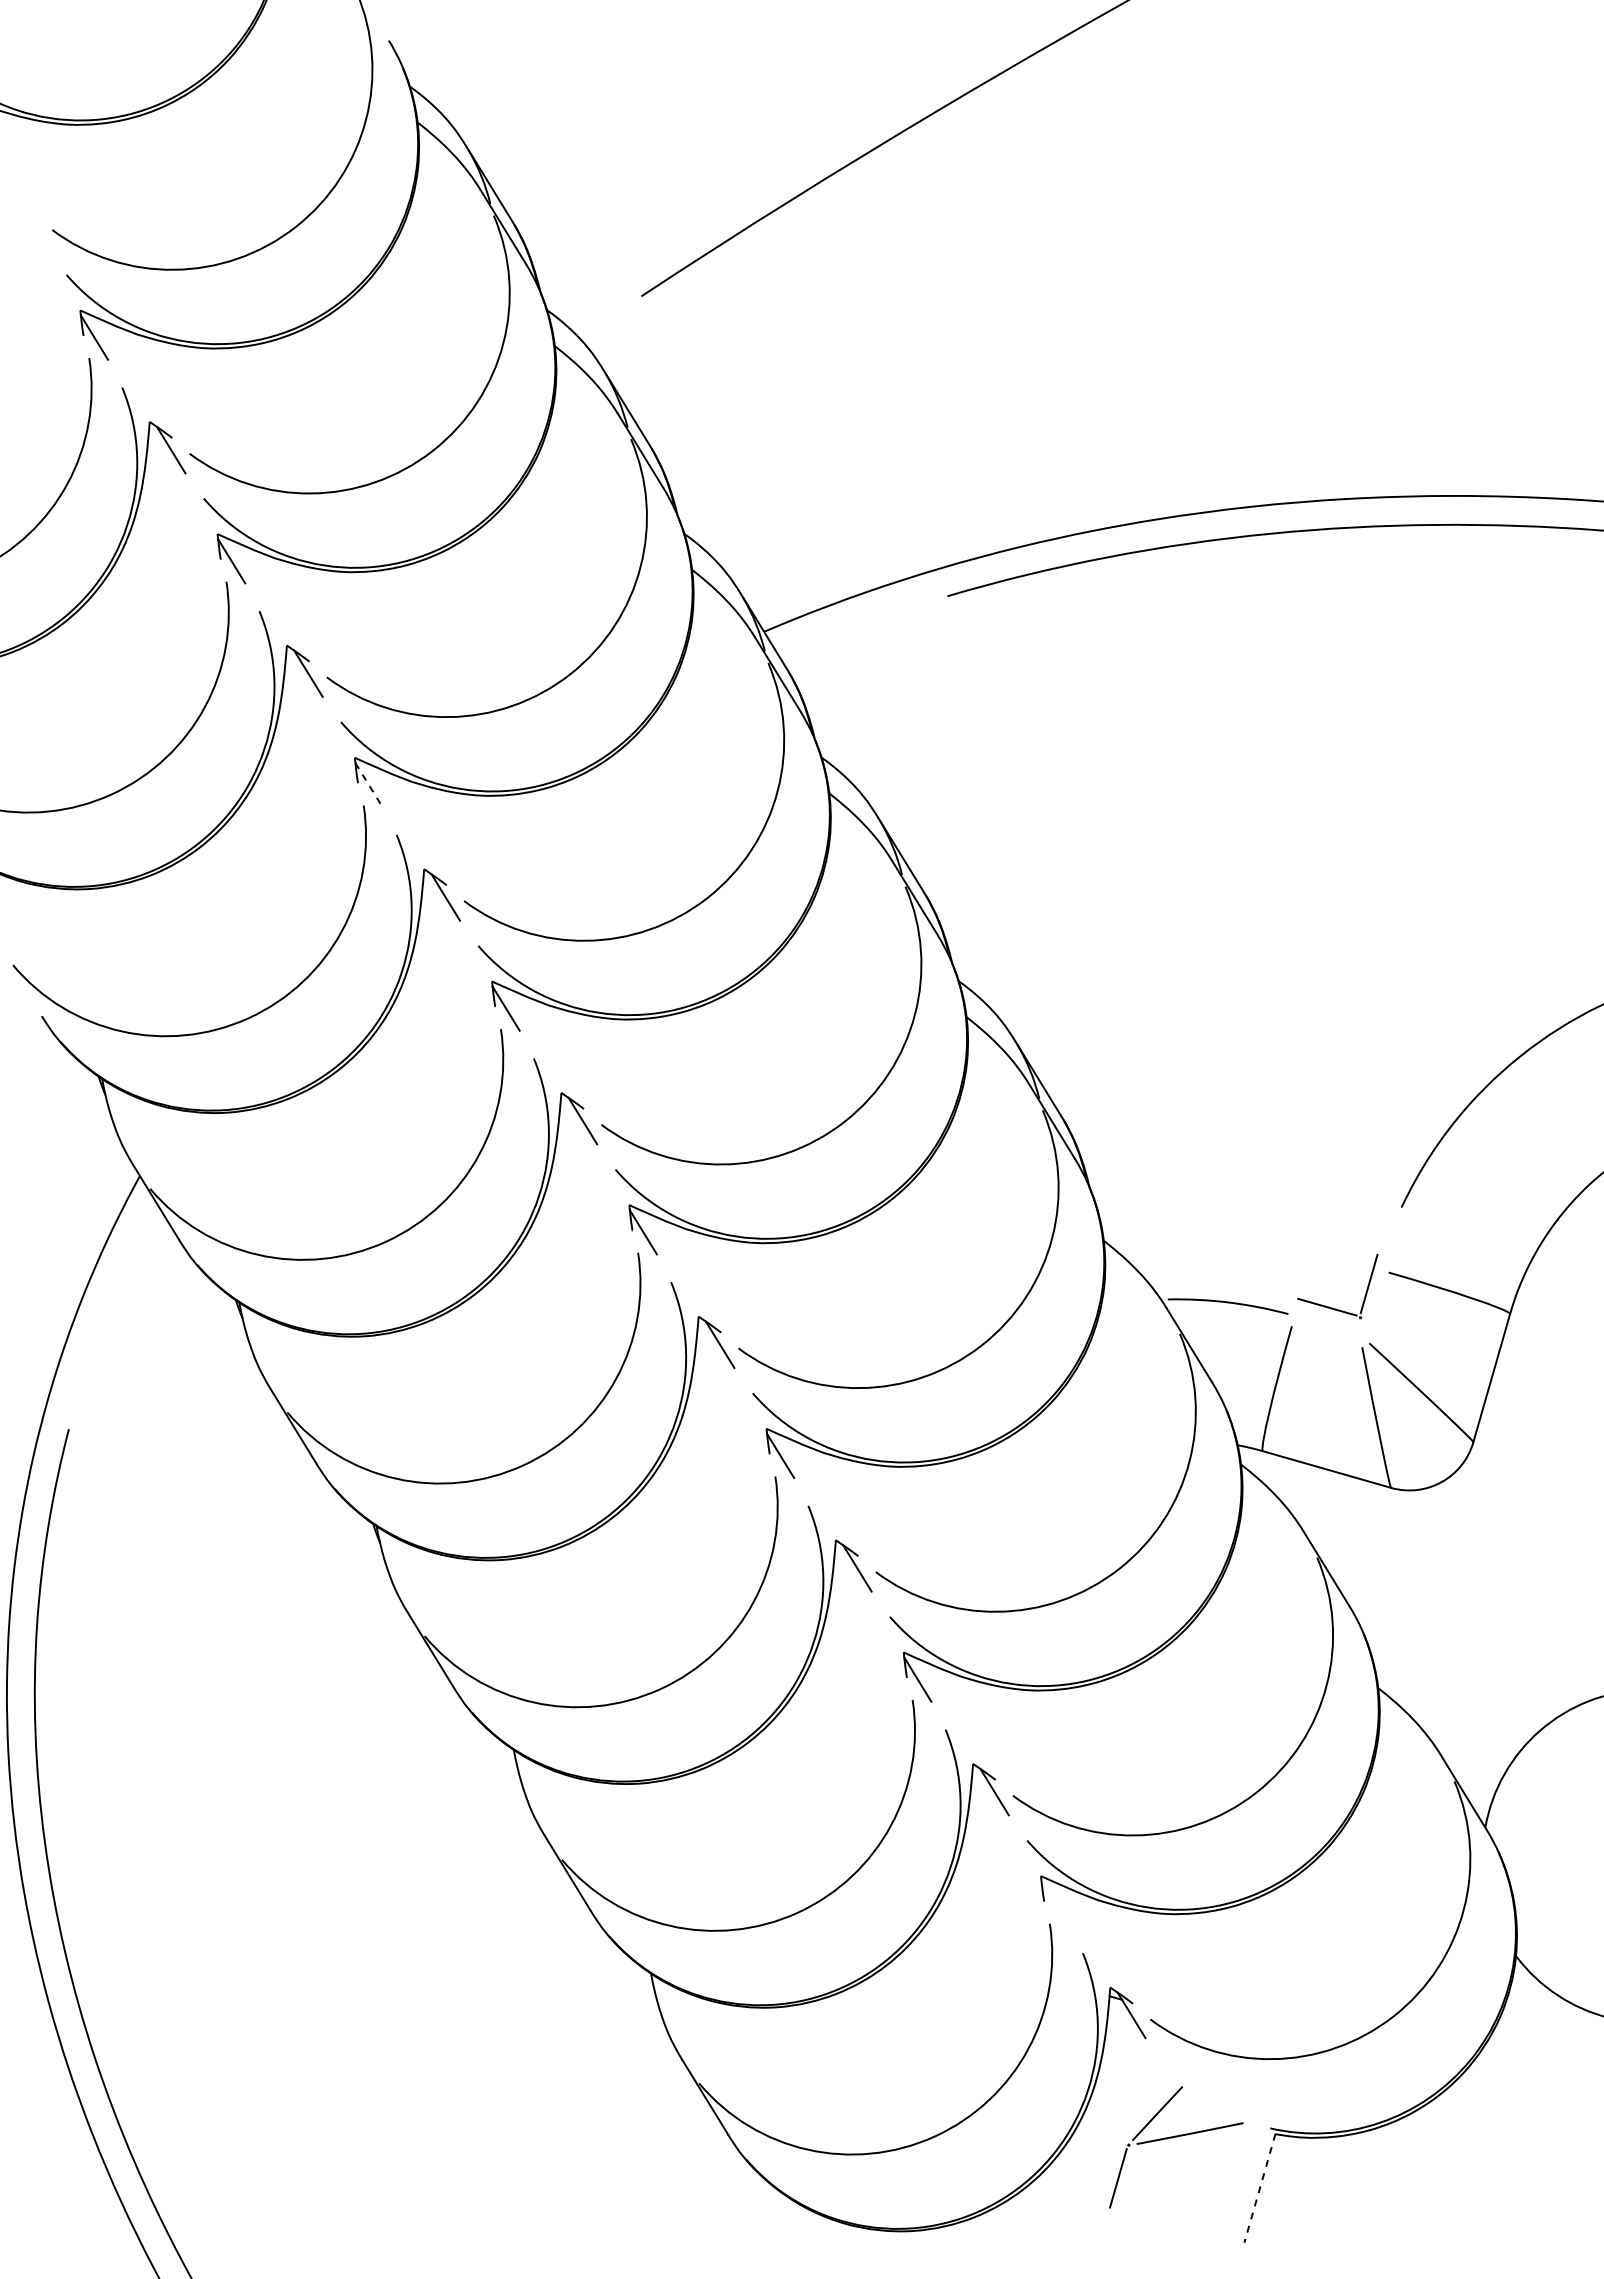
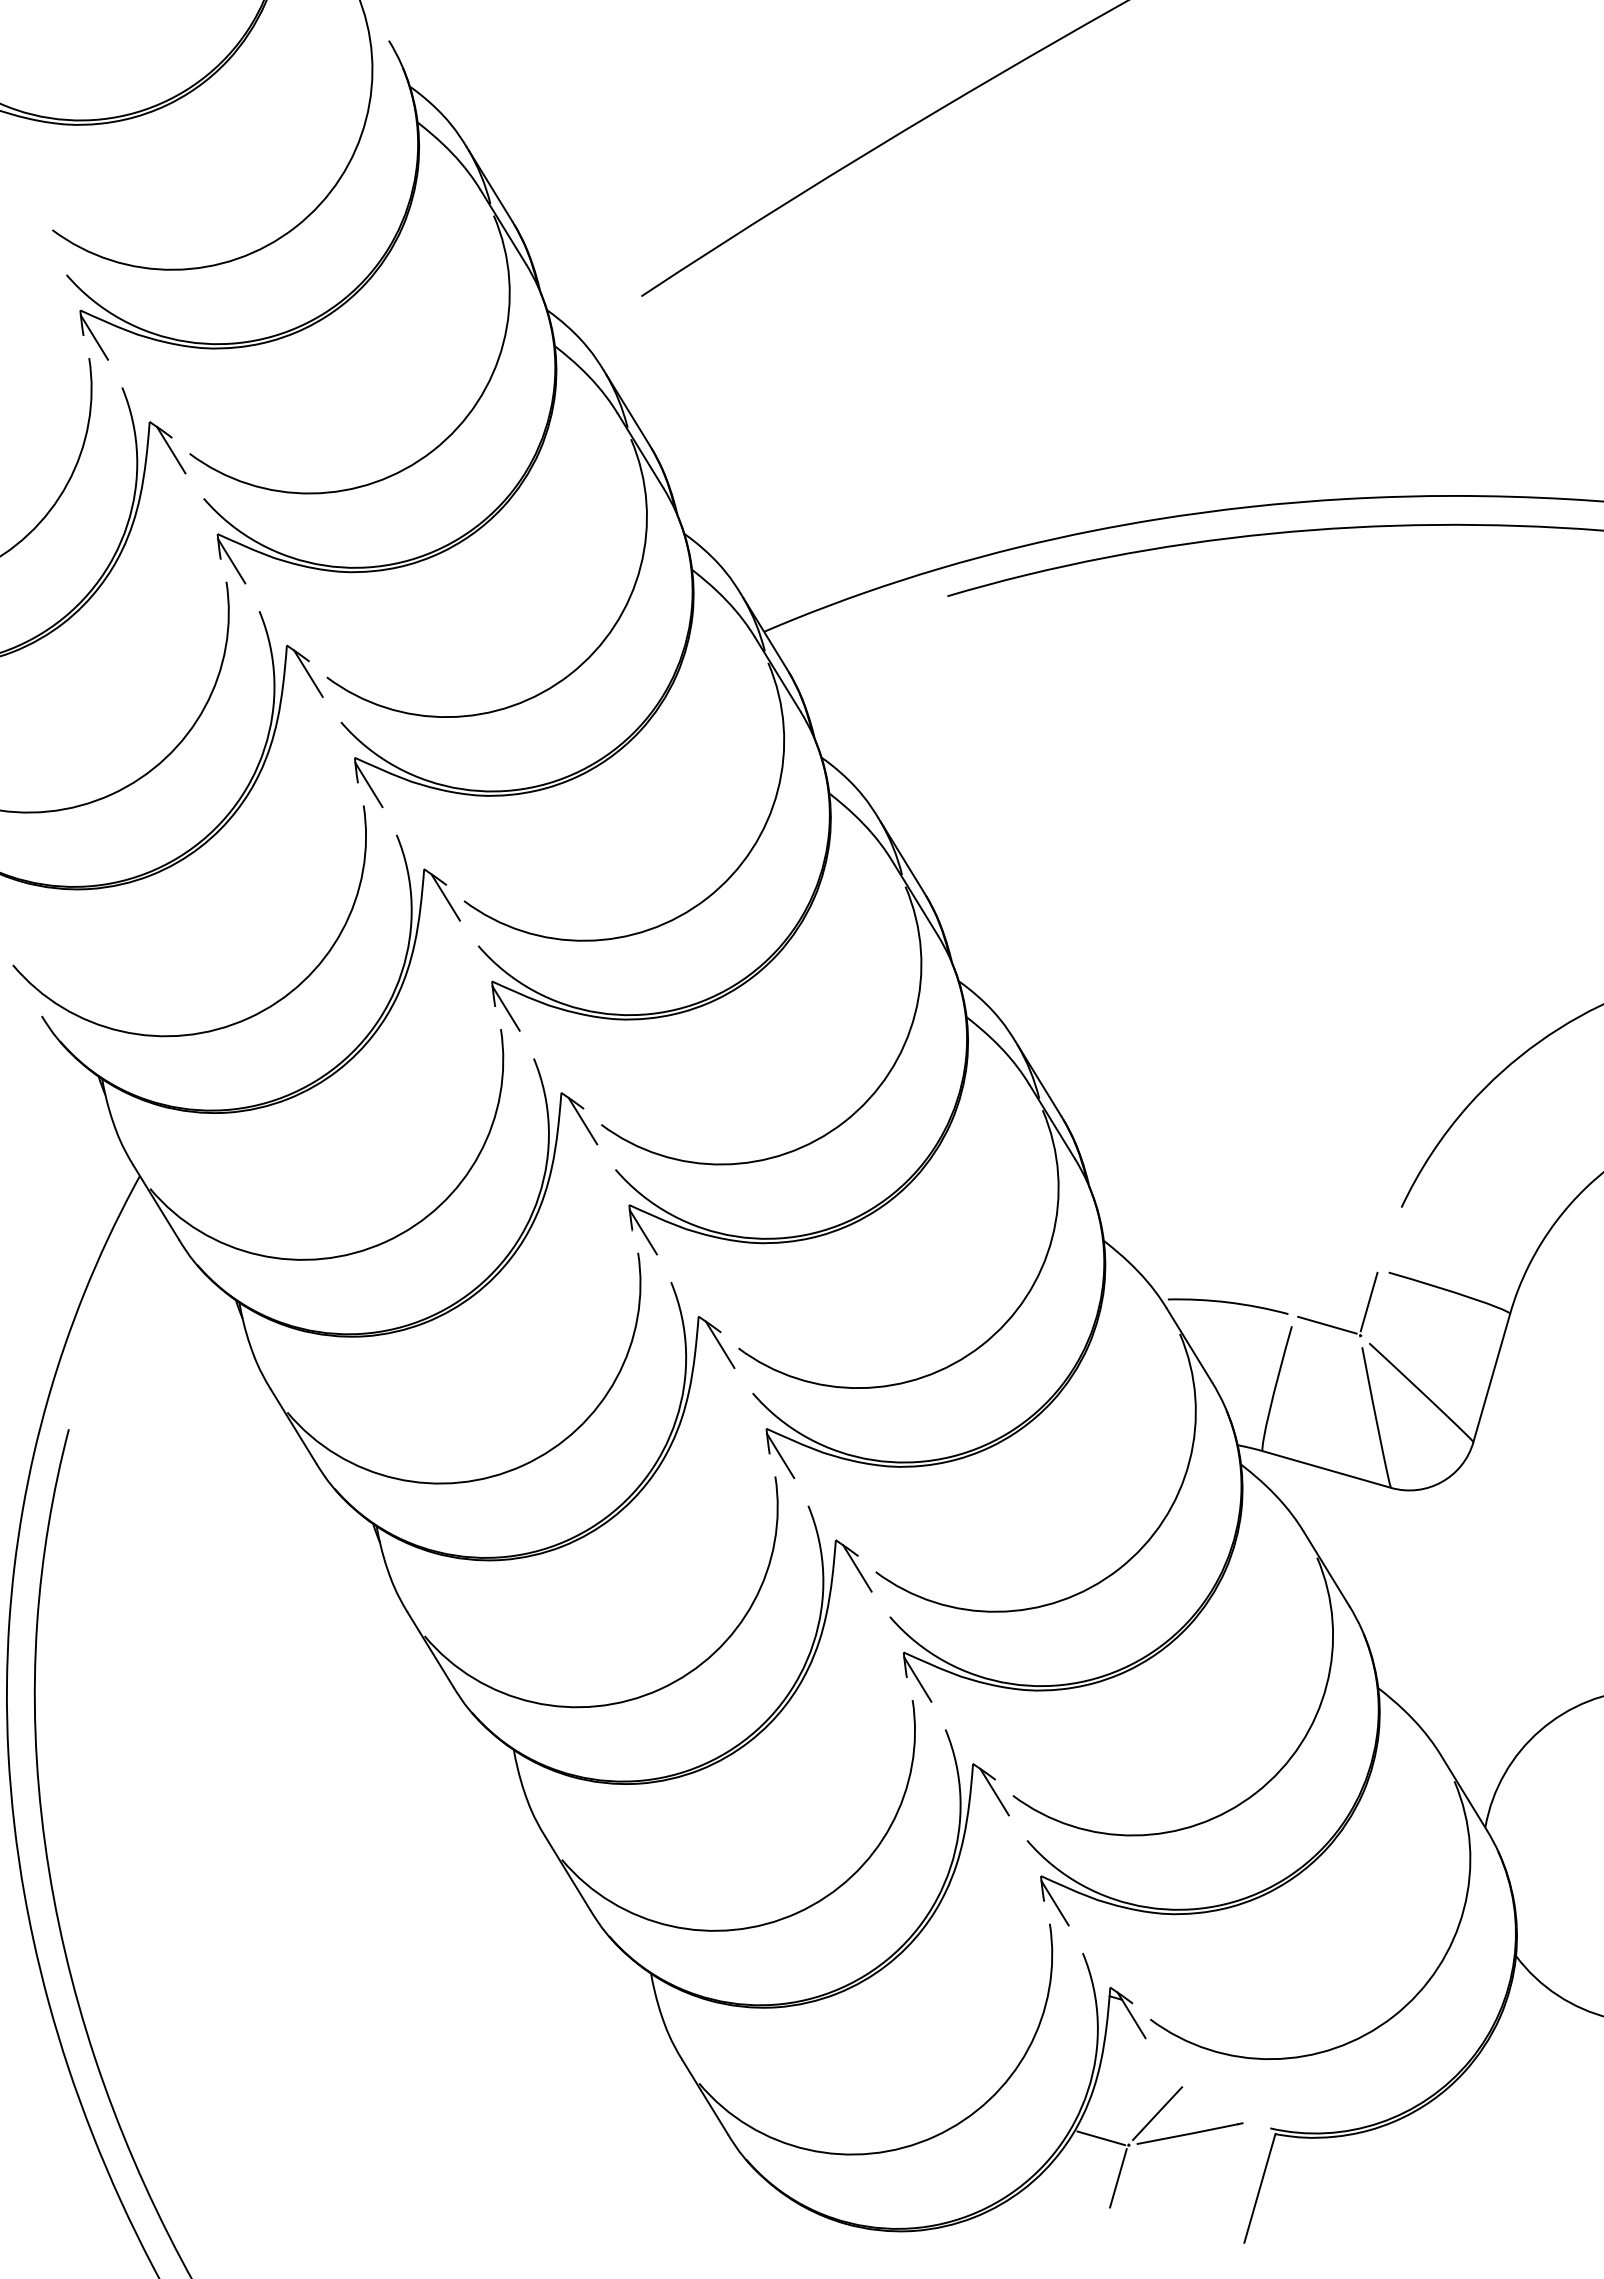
line at (368, 785): dashed -> solid
part at (1329, 1306) position: (1329, 1306) -> (1329, 1324)
line at (1054, 1903): none -> present
line at (1101, 2138): none -> present
line at (1259, 2188): dashed -> solid
